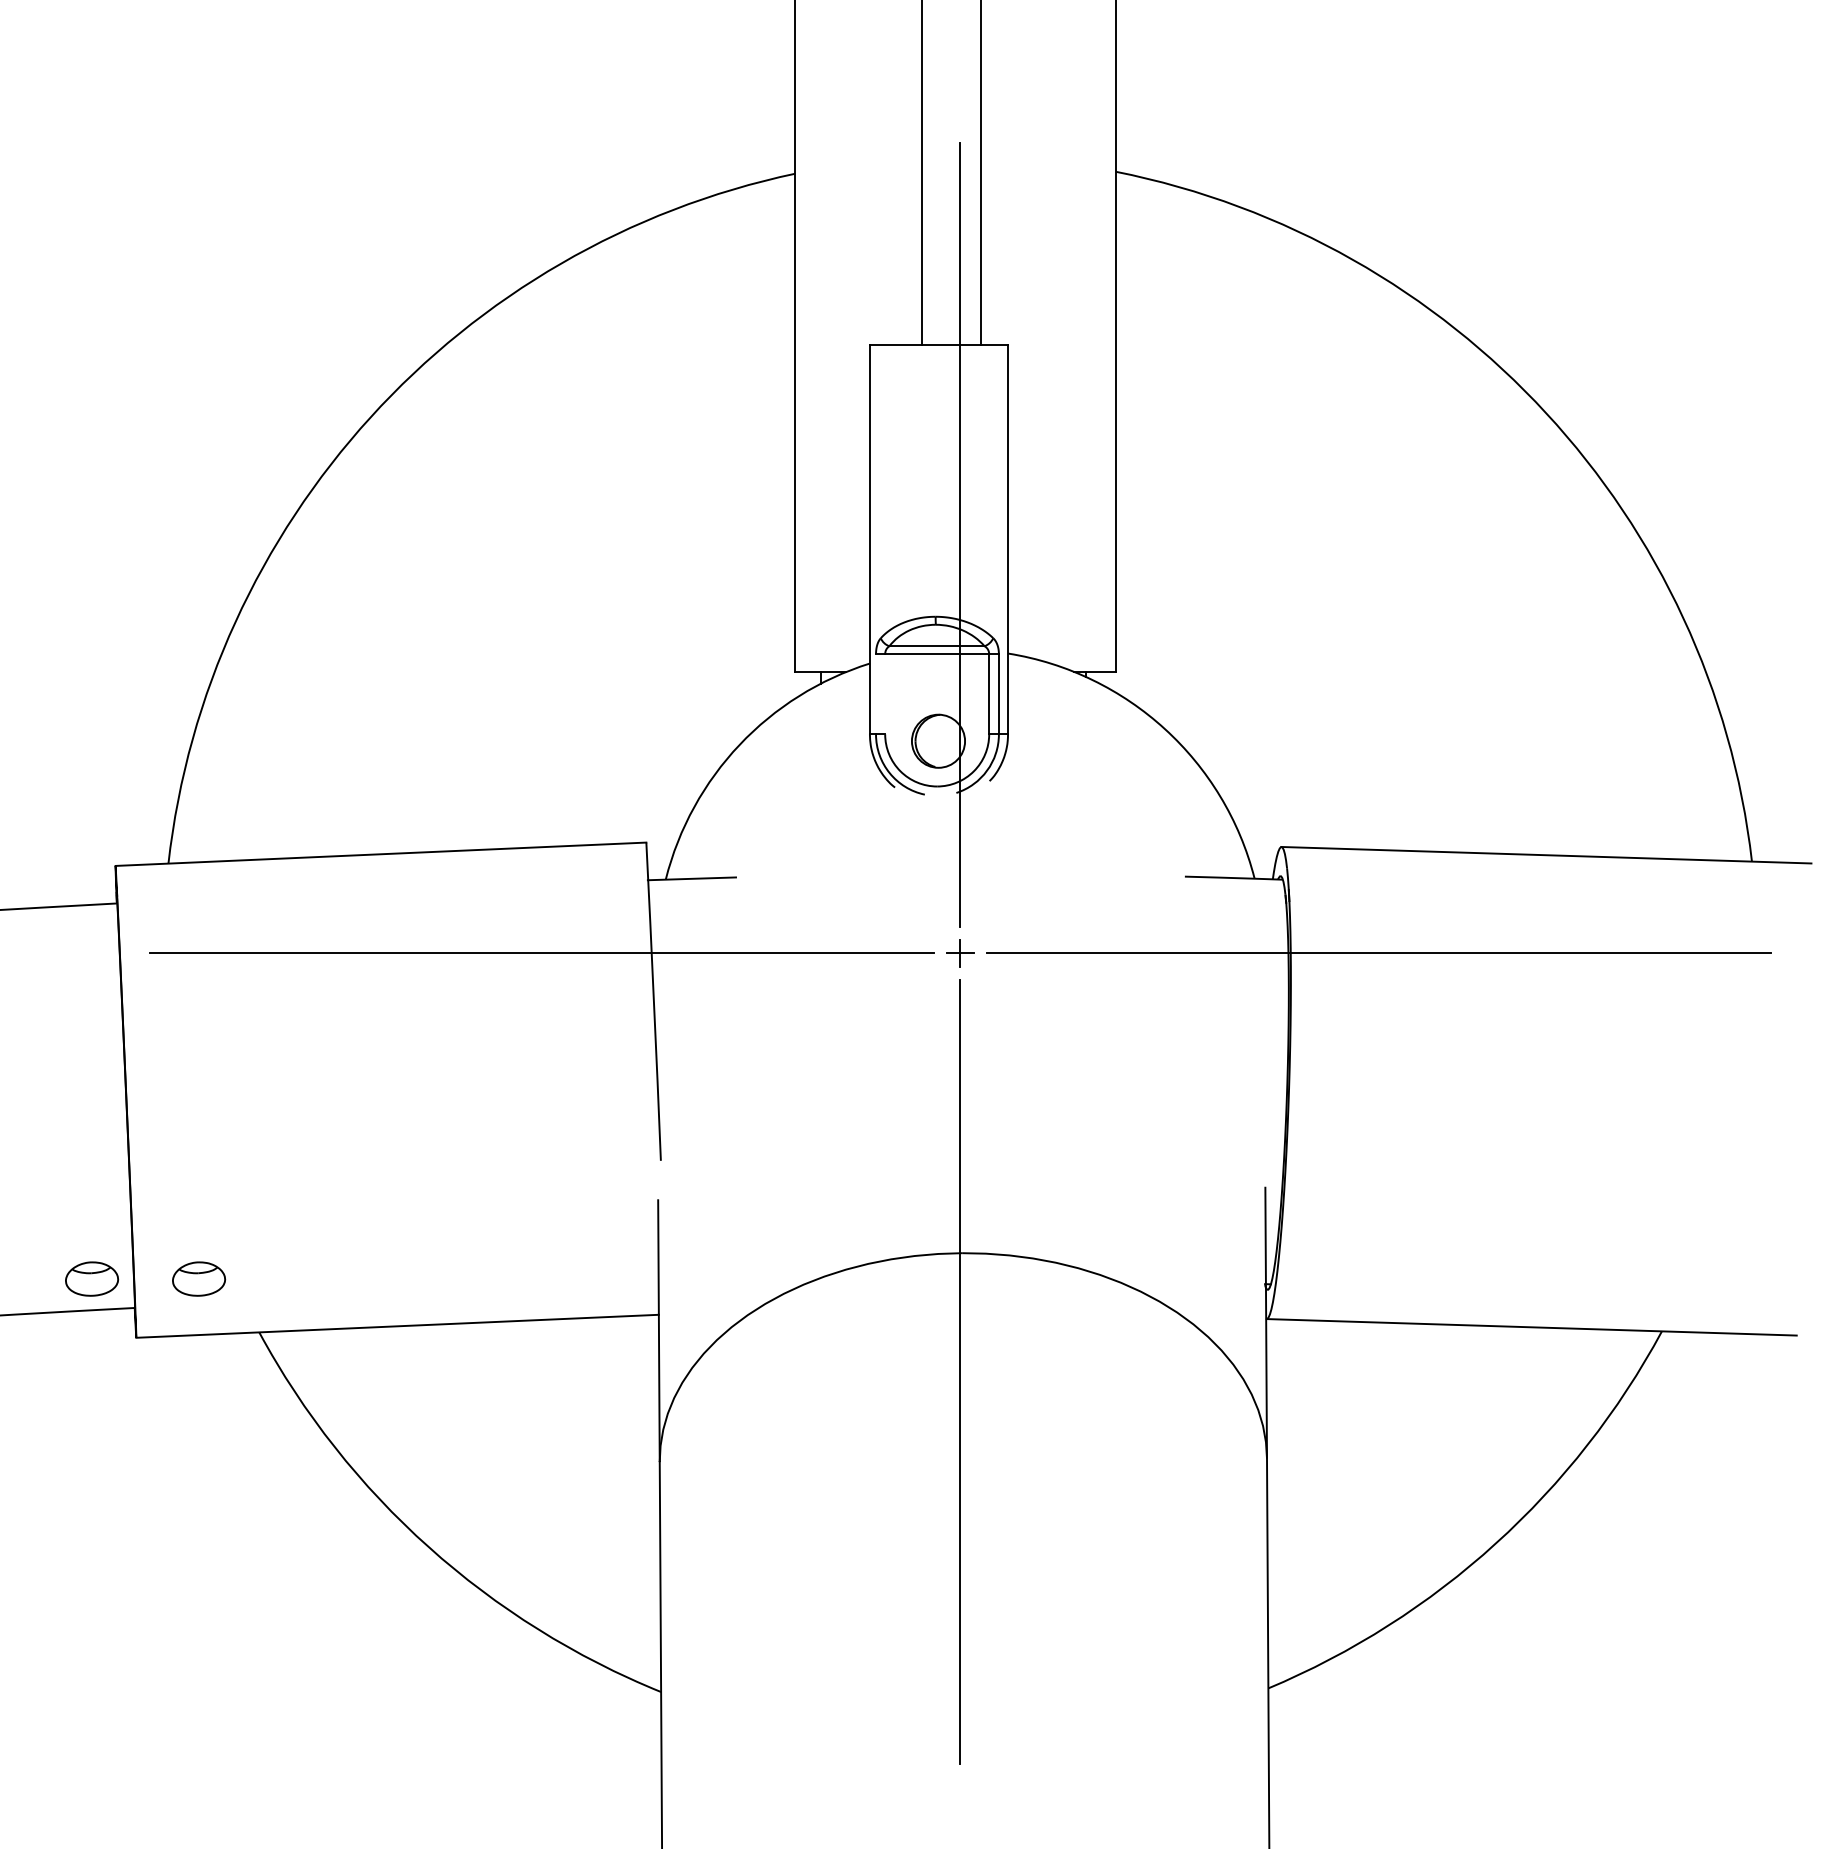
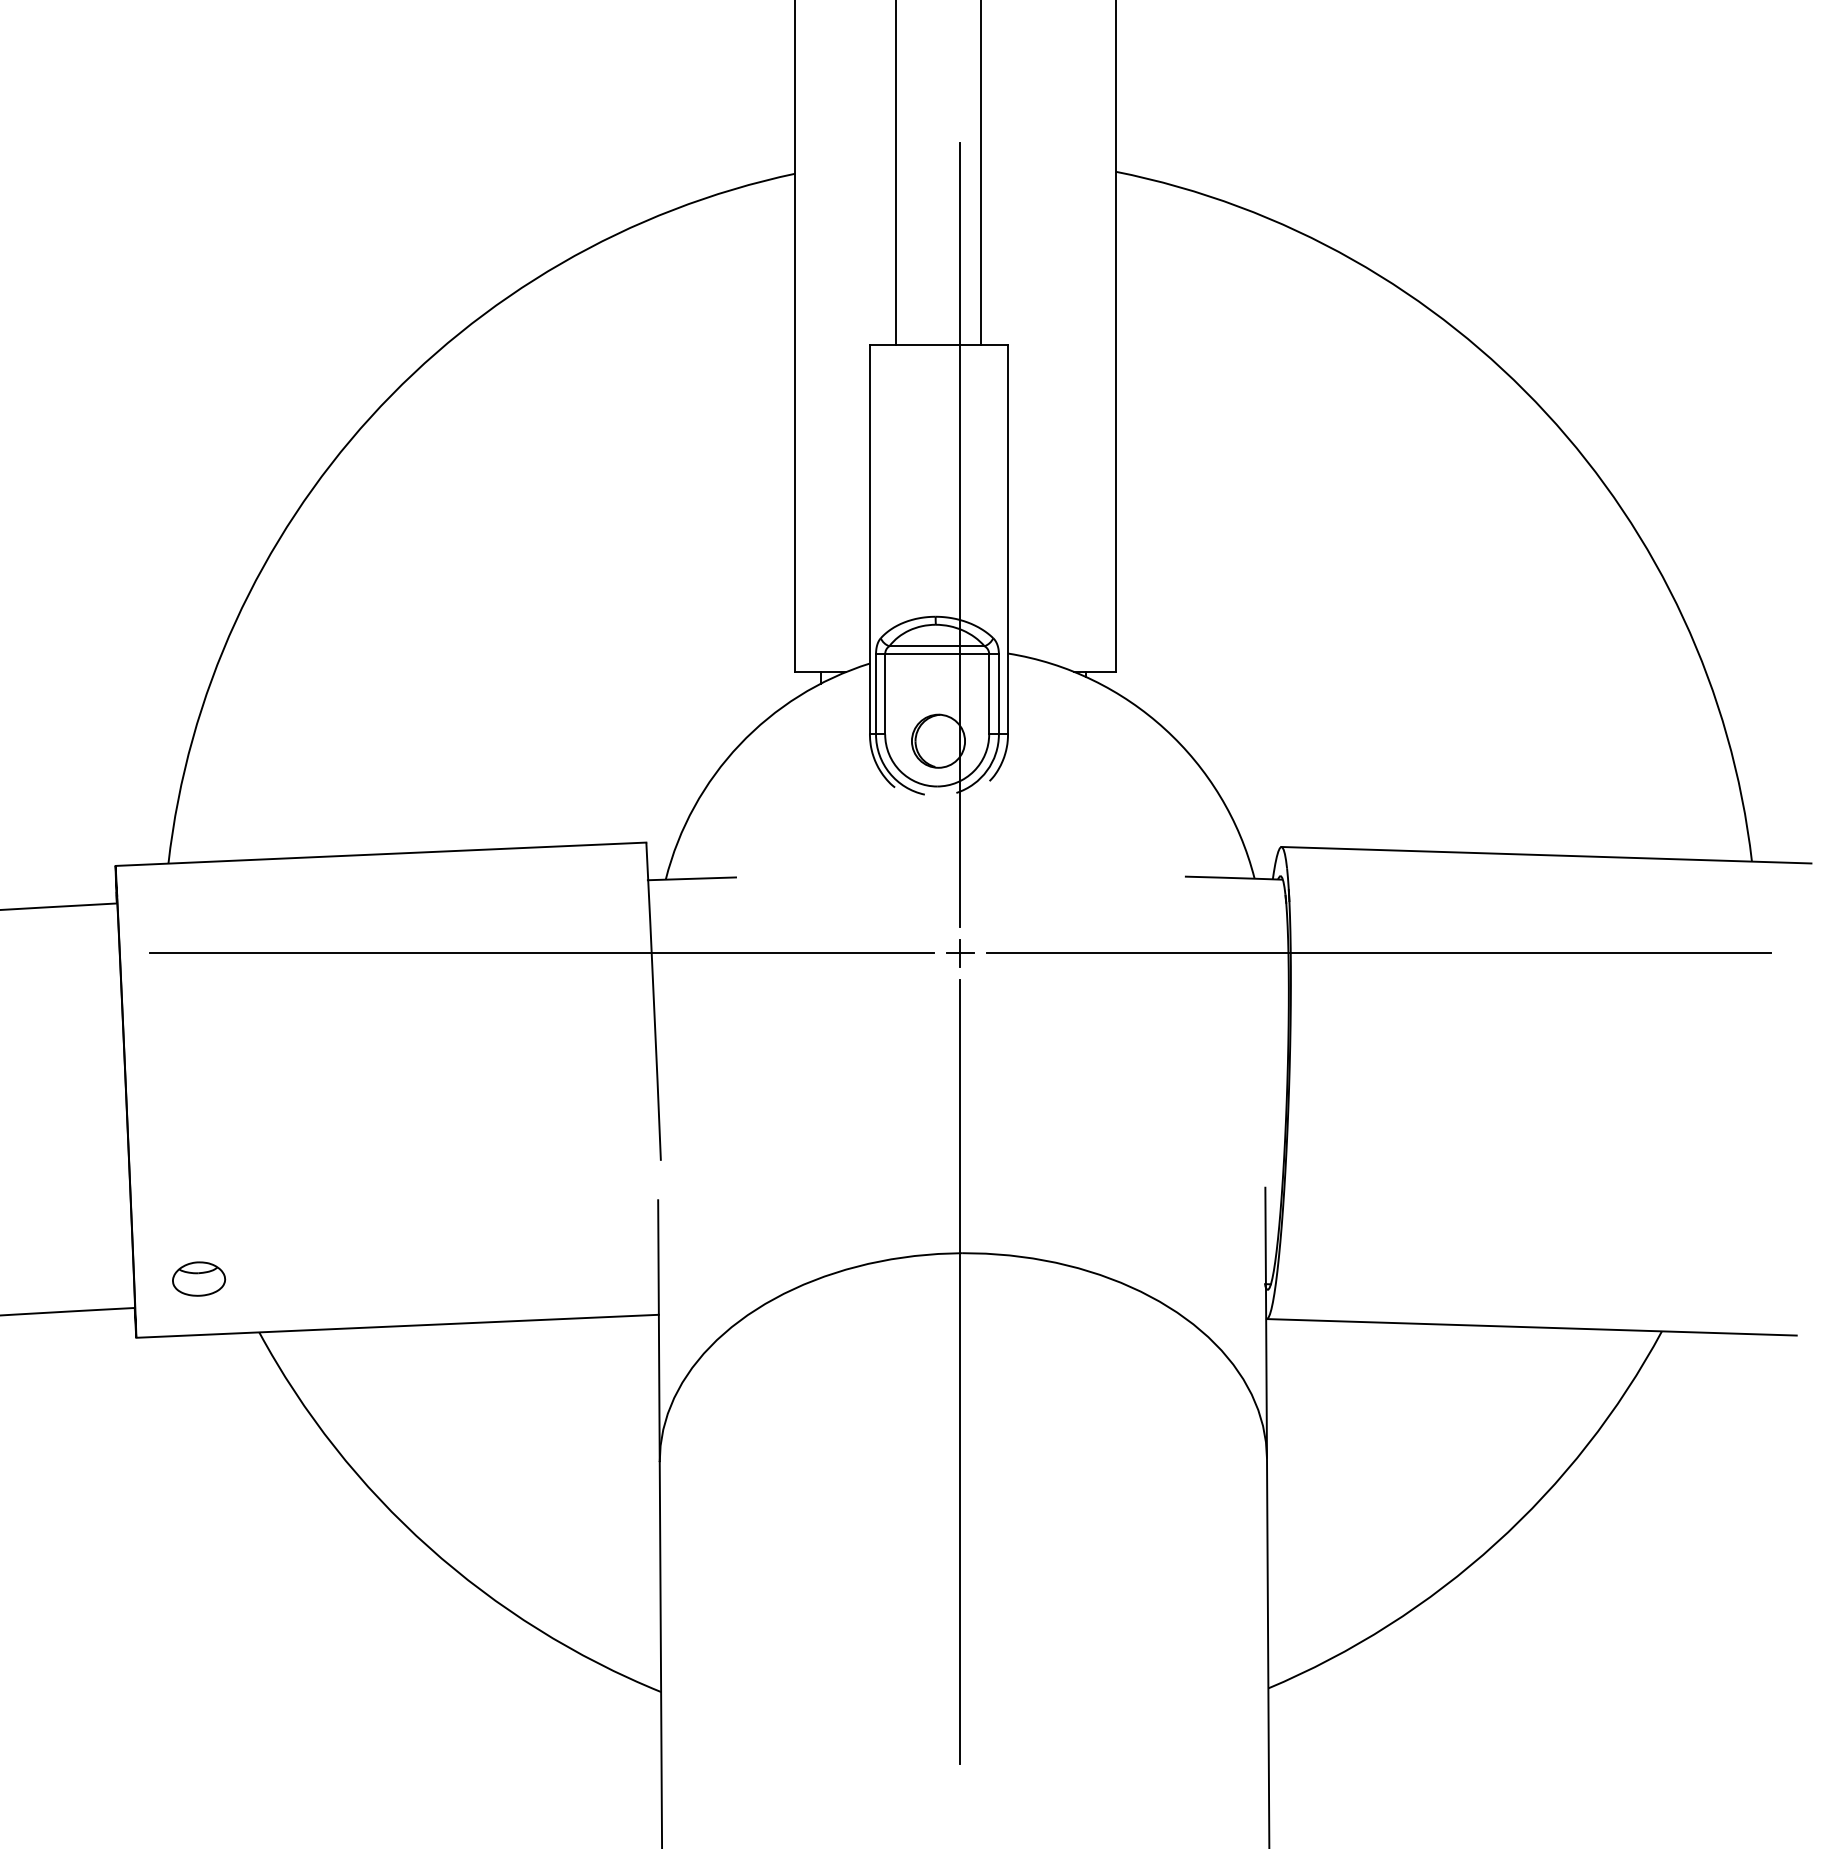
line at (922, 173) position: (922, 173) -> (896, 173)
line at (876, 694): none -> present
line at (885, 694): none -> present
part at (92, 1278): present -> none
